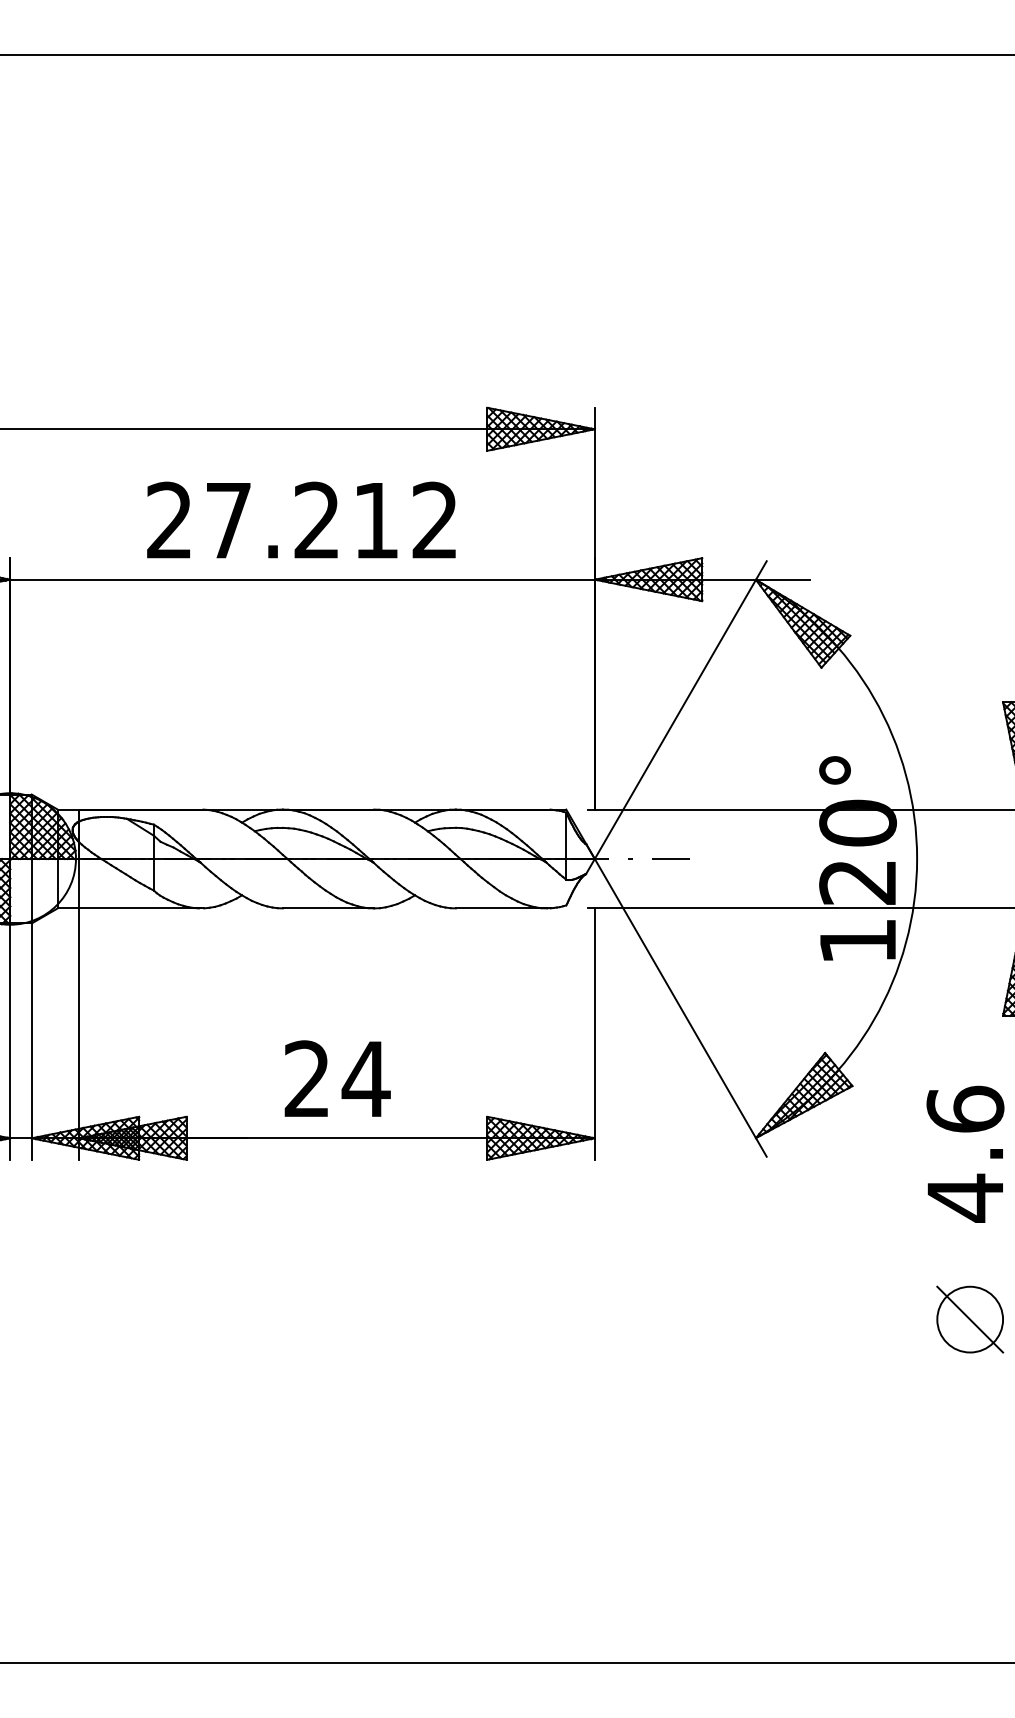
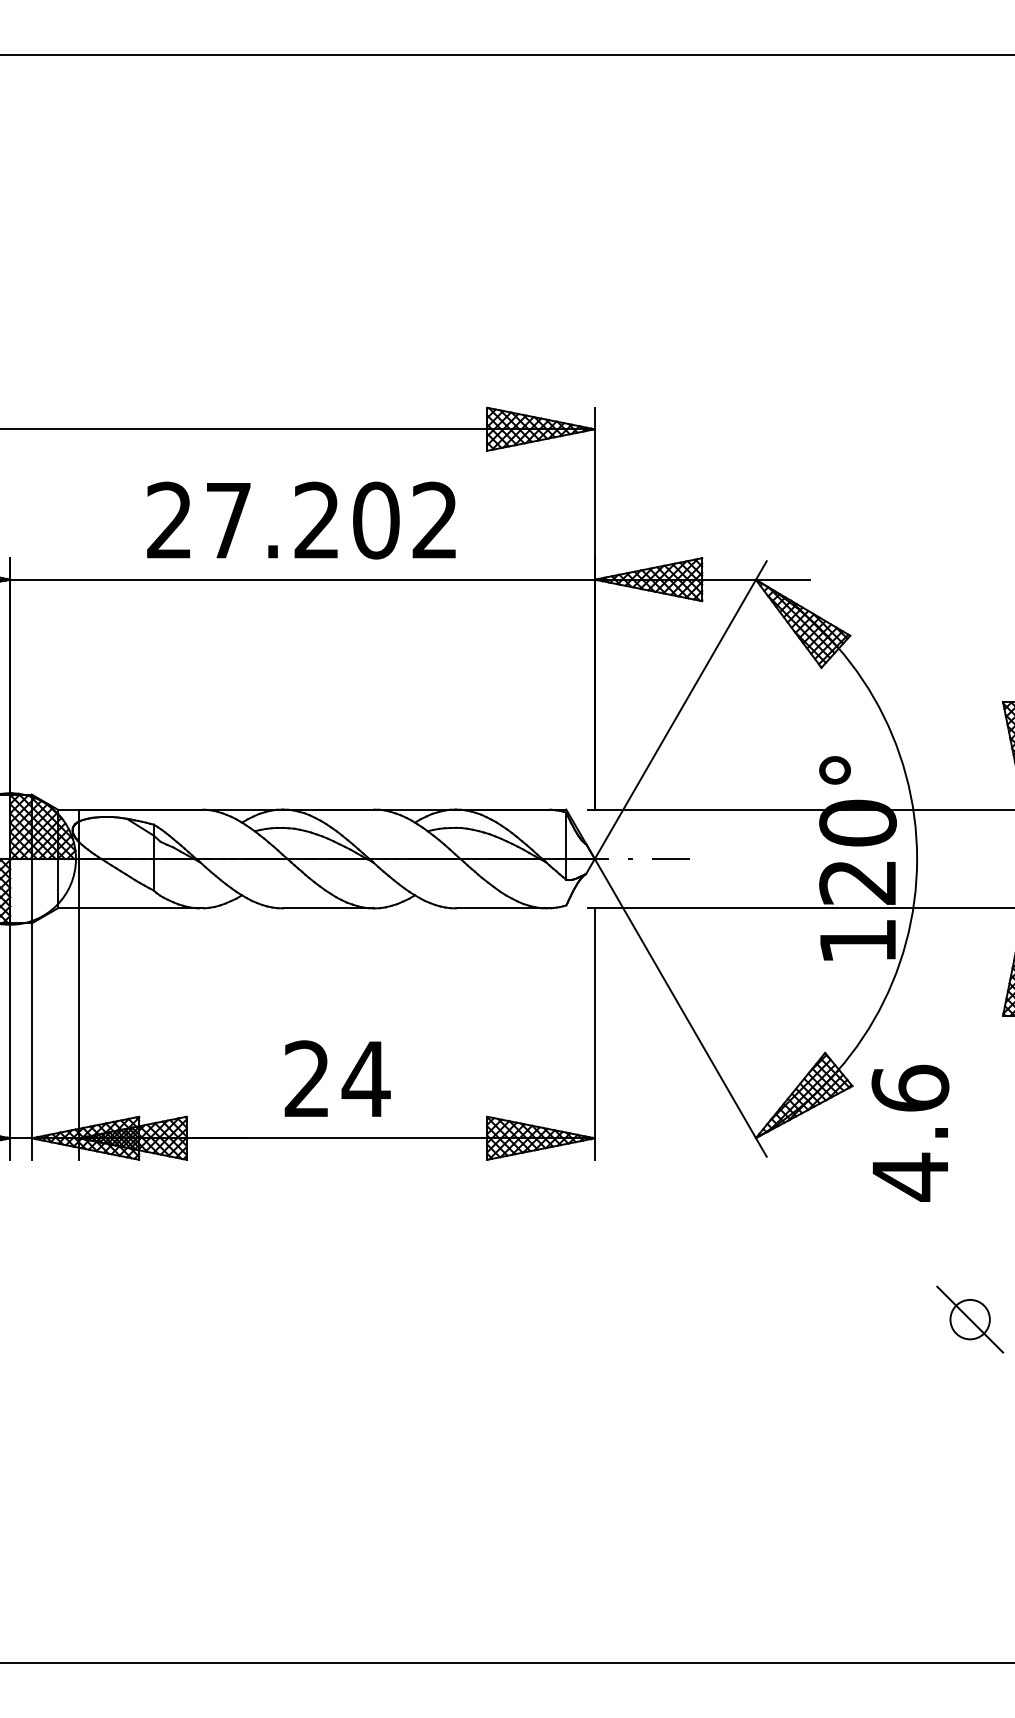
text at (376, 520): 27.212 -> 27.202
text at (965, 1153) position: (965, 1153) -> (910, 1132)
circle at (970, 1319) diameter: 66 px -> 39 px
